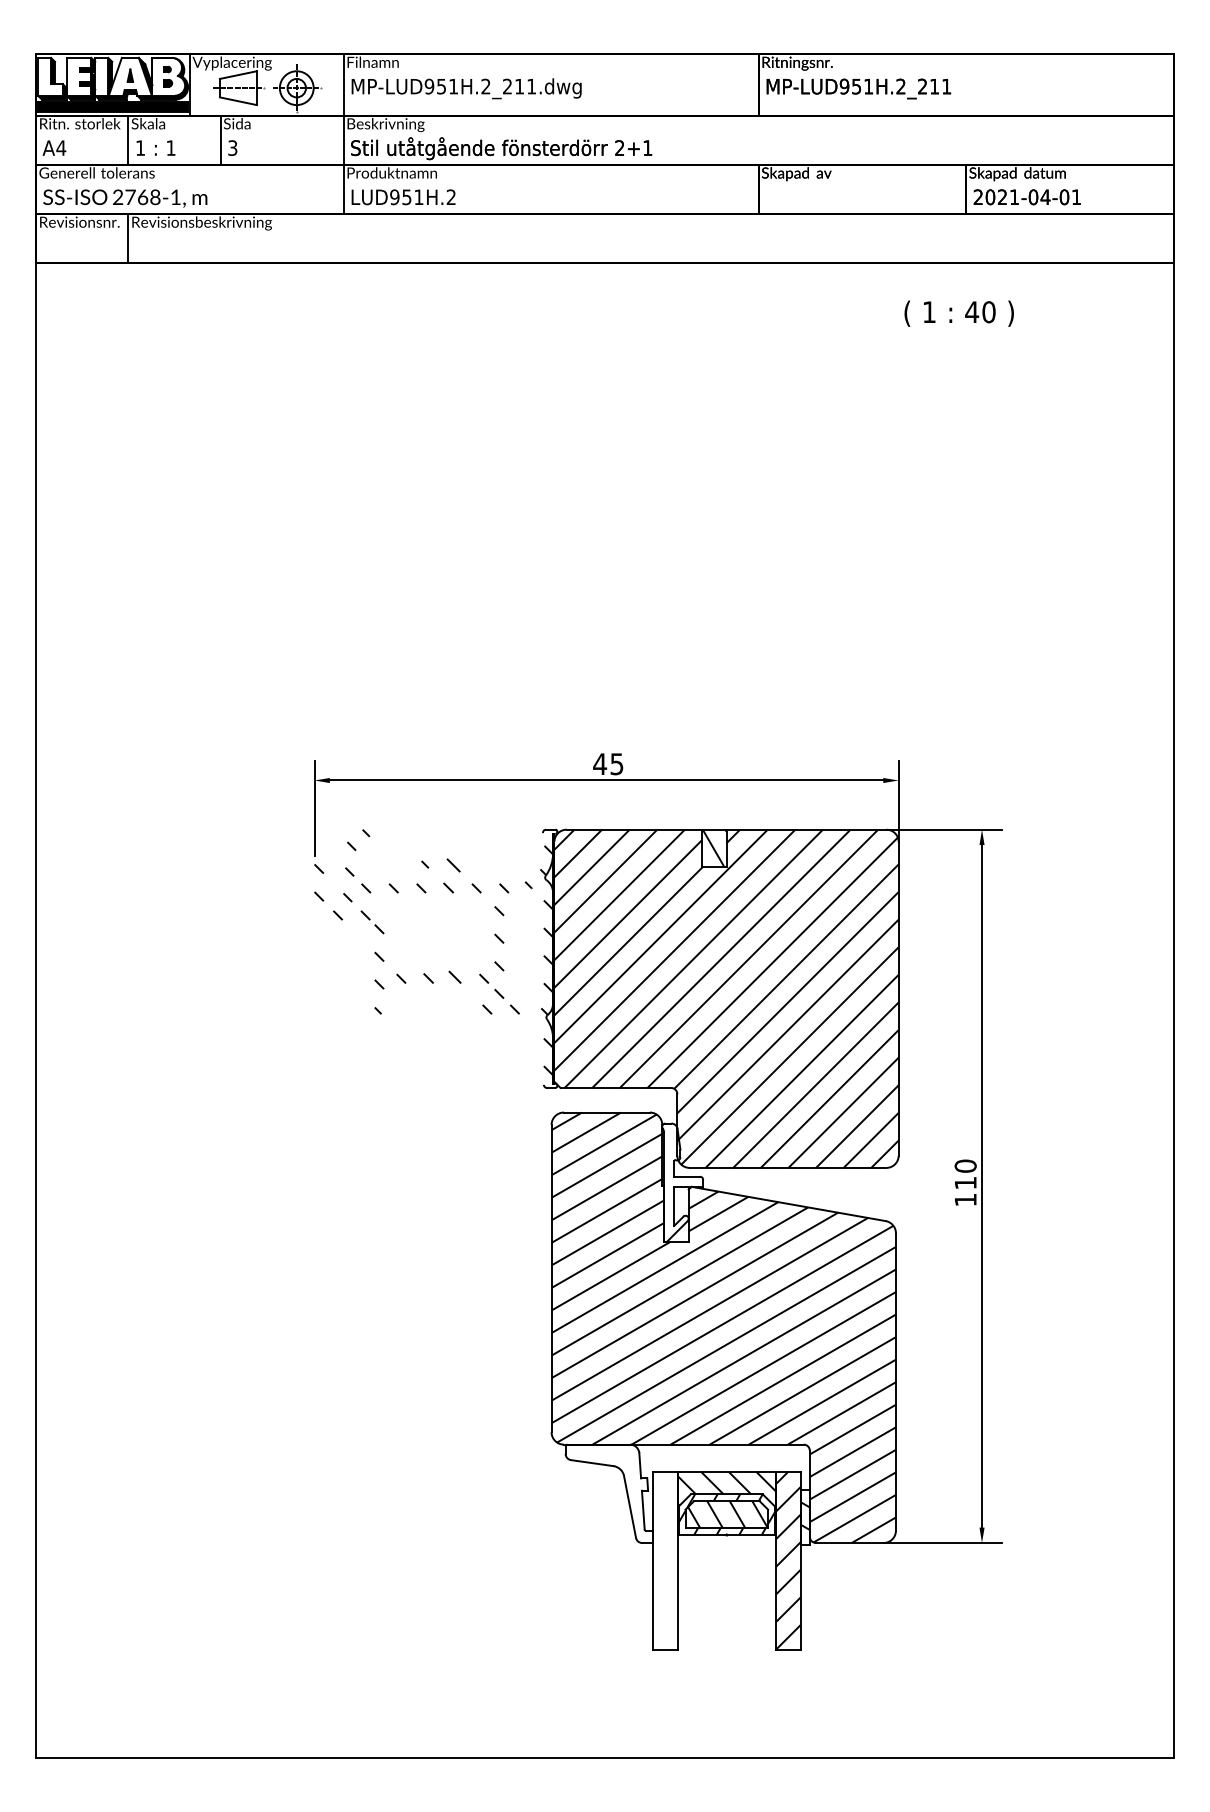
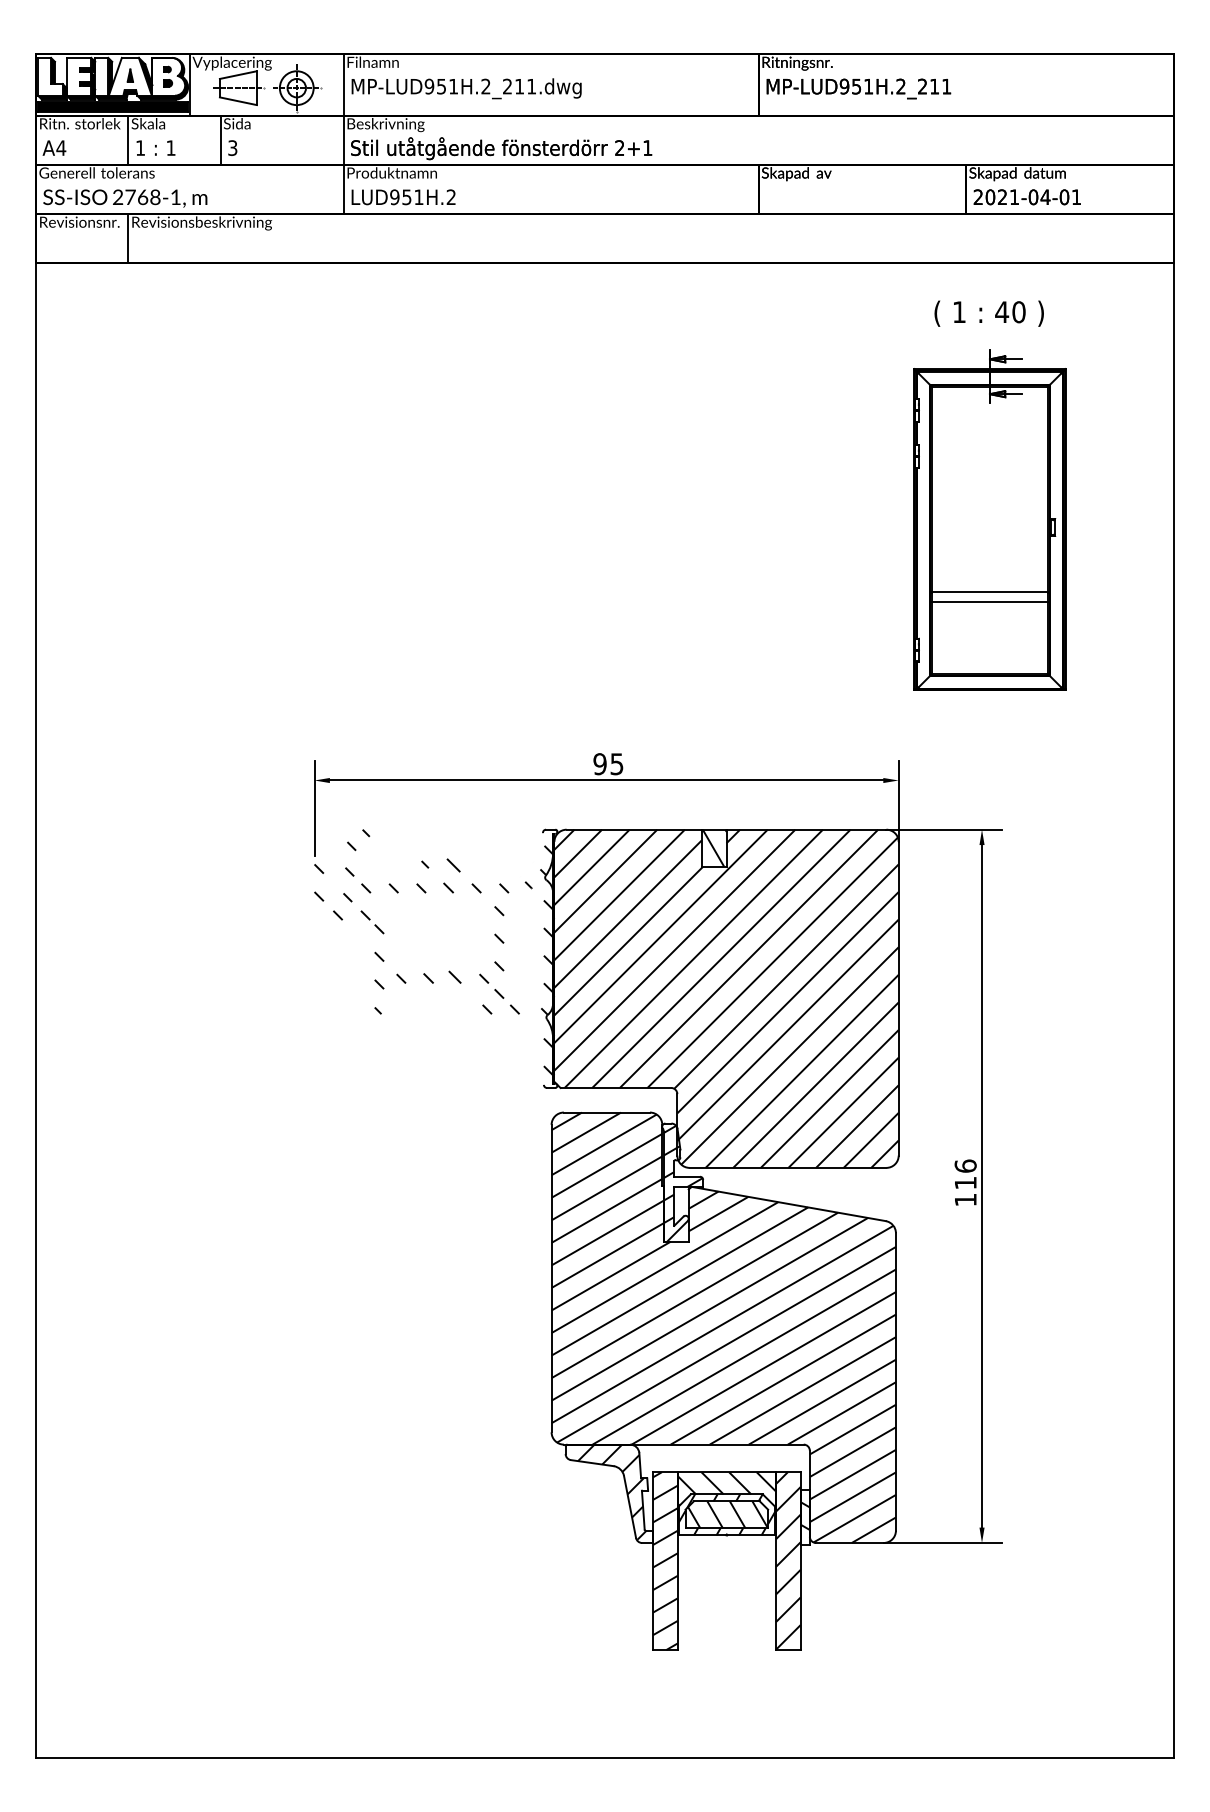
text at (958, 313) position: (958, 313) -> (988, 313)
part at (989, 519): none -> present
text at (600, 764): 45 -> 95
text at (965, 1165): 110 -> 116
hatch at (683, 1173): none -> present
hatch at (605, 1492): none -> present
hatch at (665, 1561): none -> present
